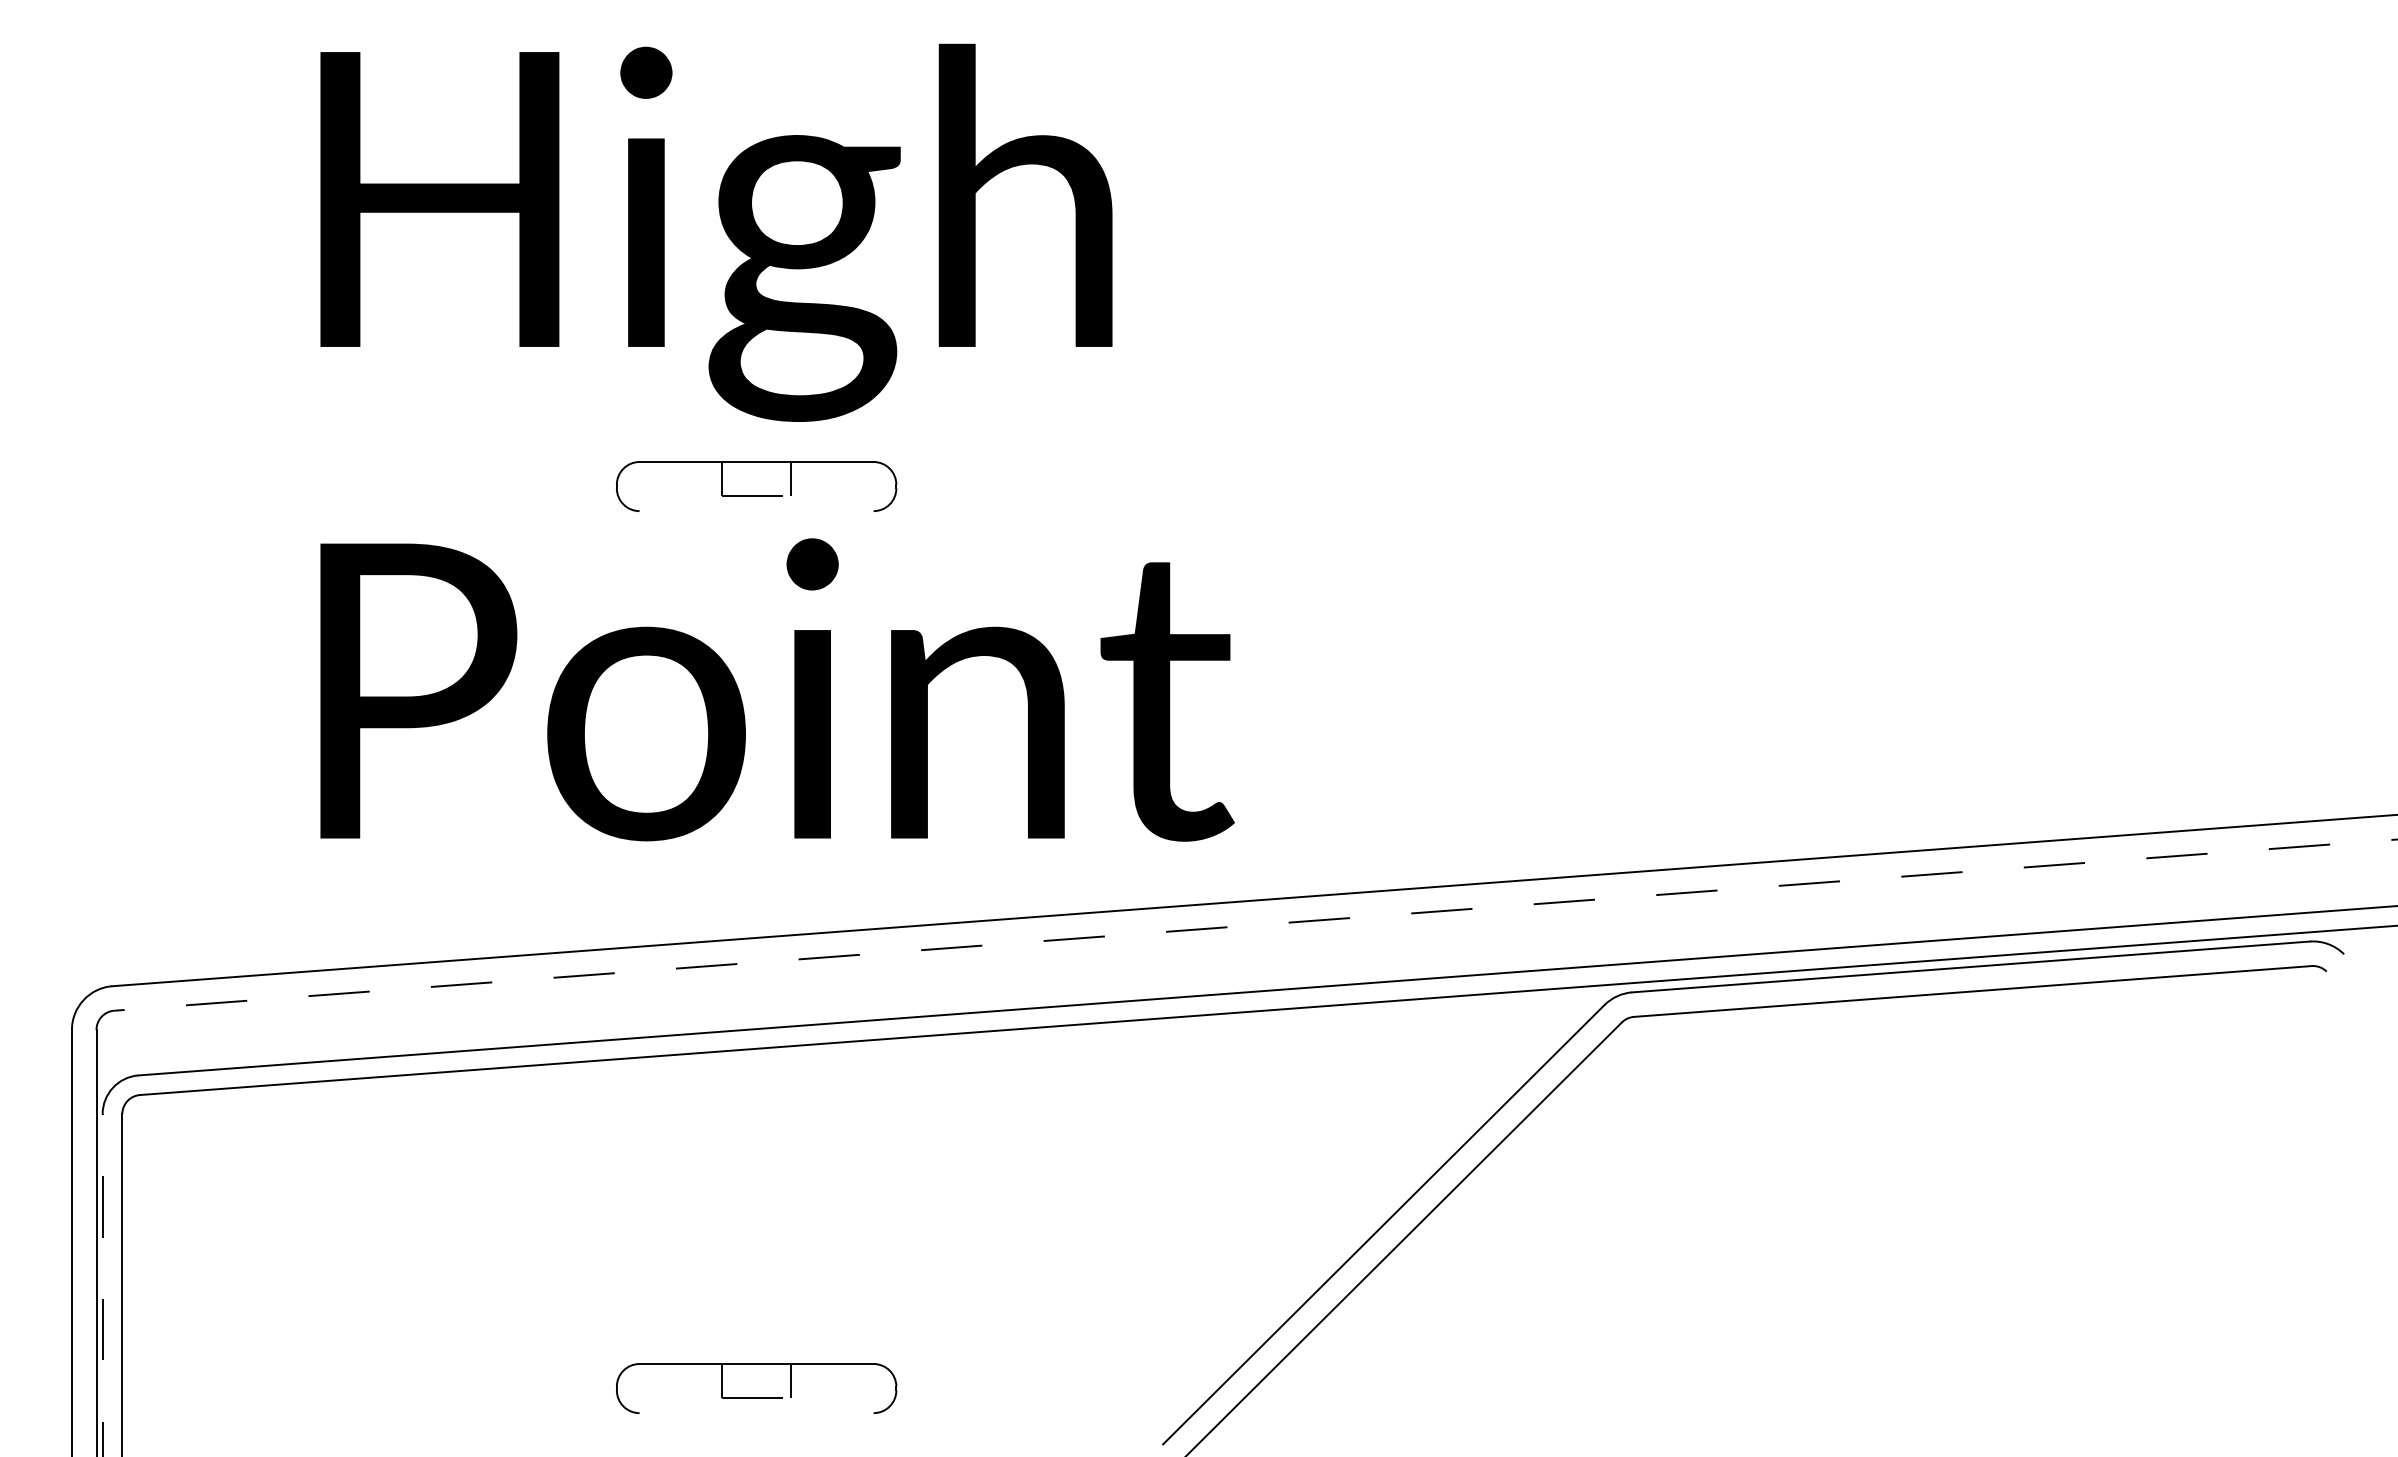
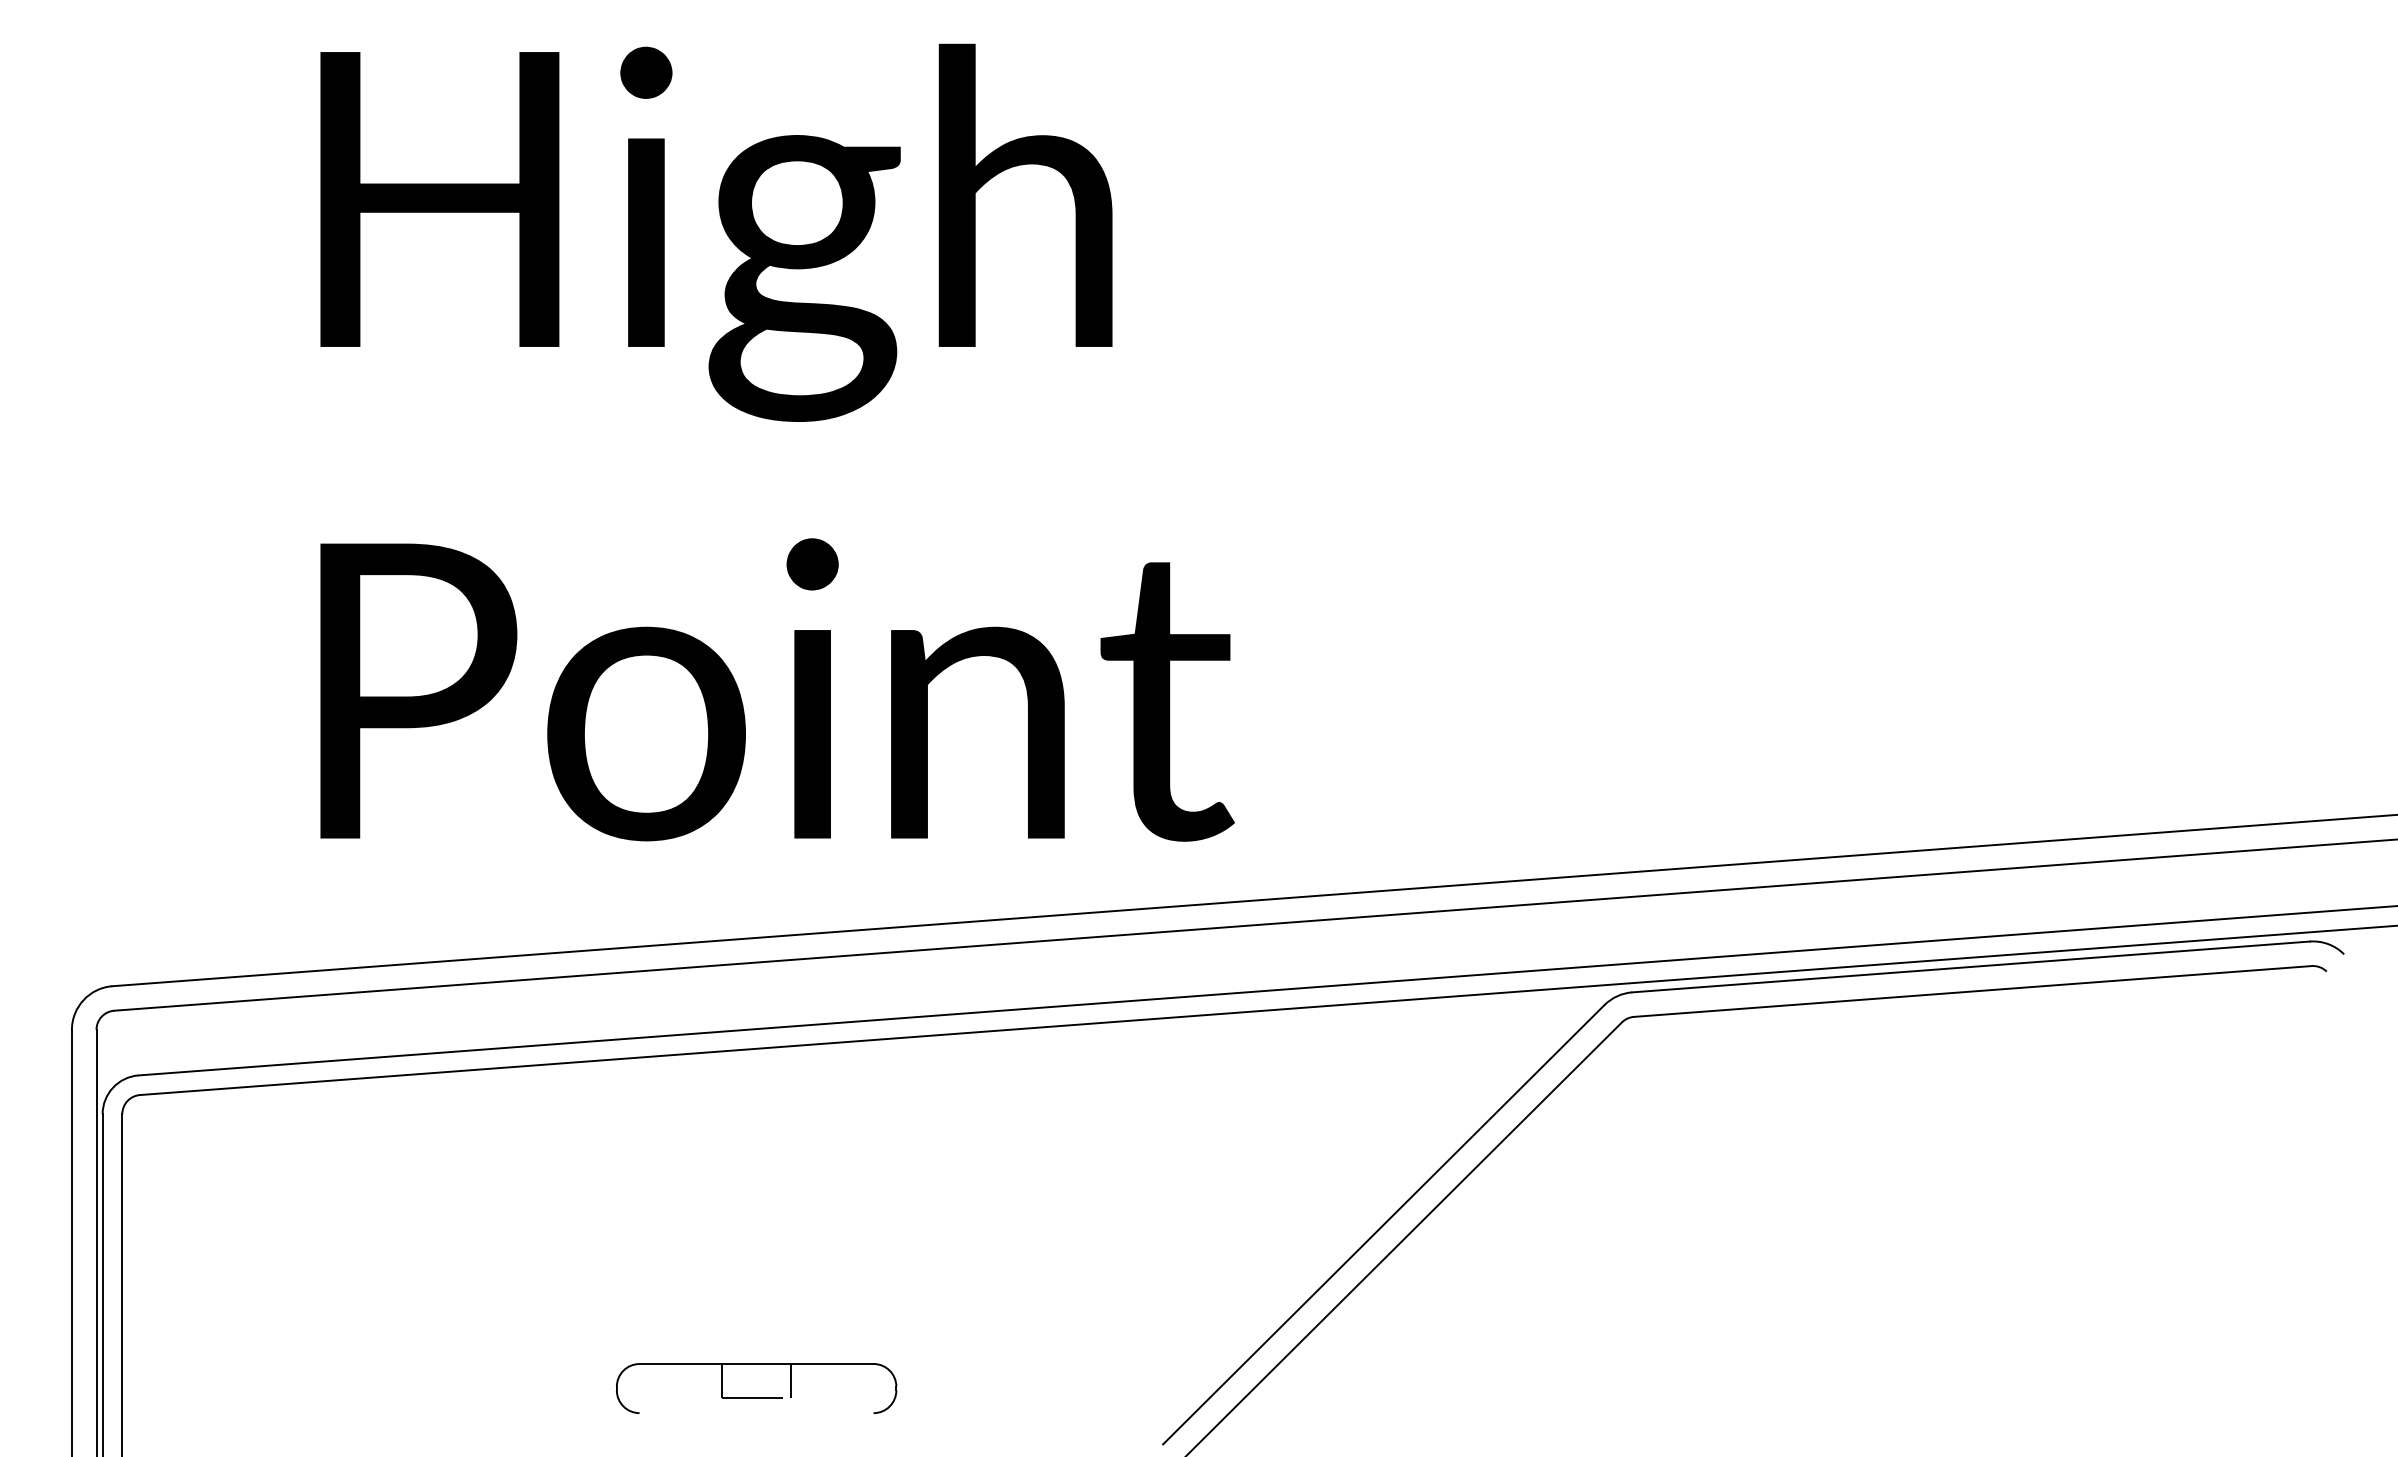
part at (756, 495): present -> none
line at (1255, 925): dashed -> solid
line at (102, 1285): dashed -> solid
